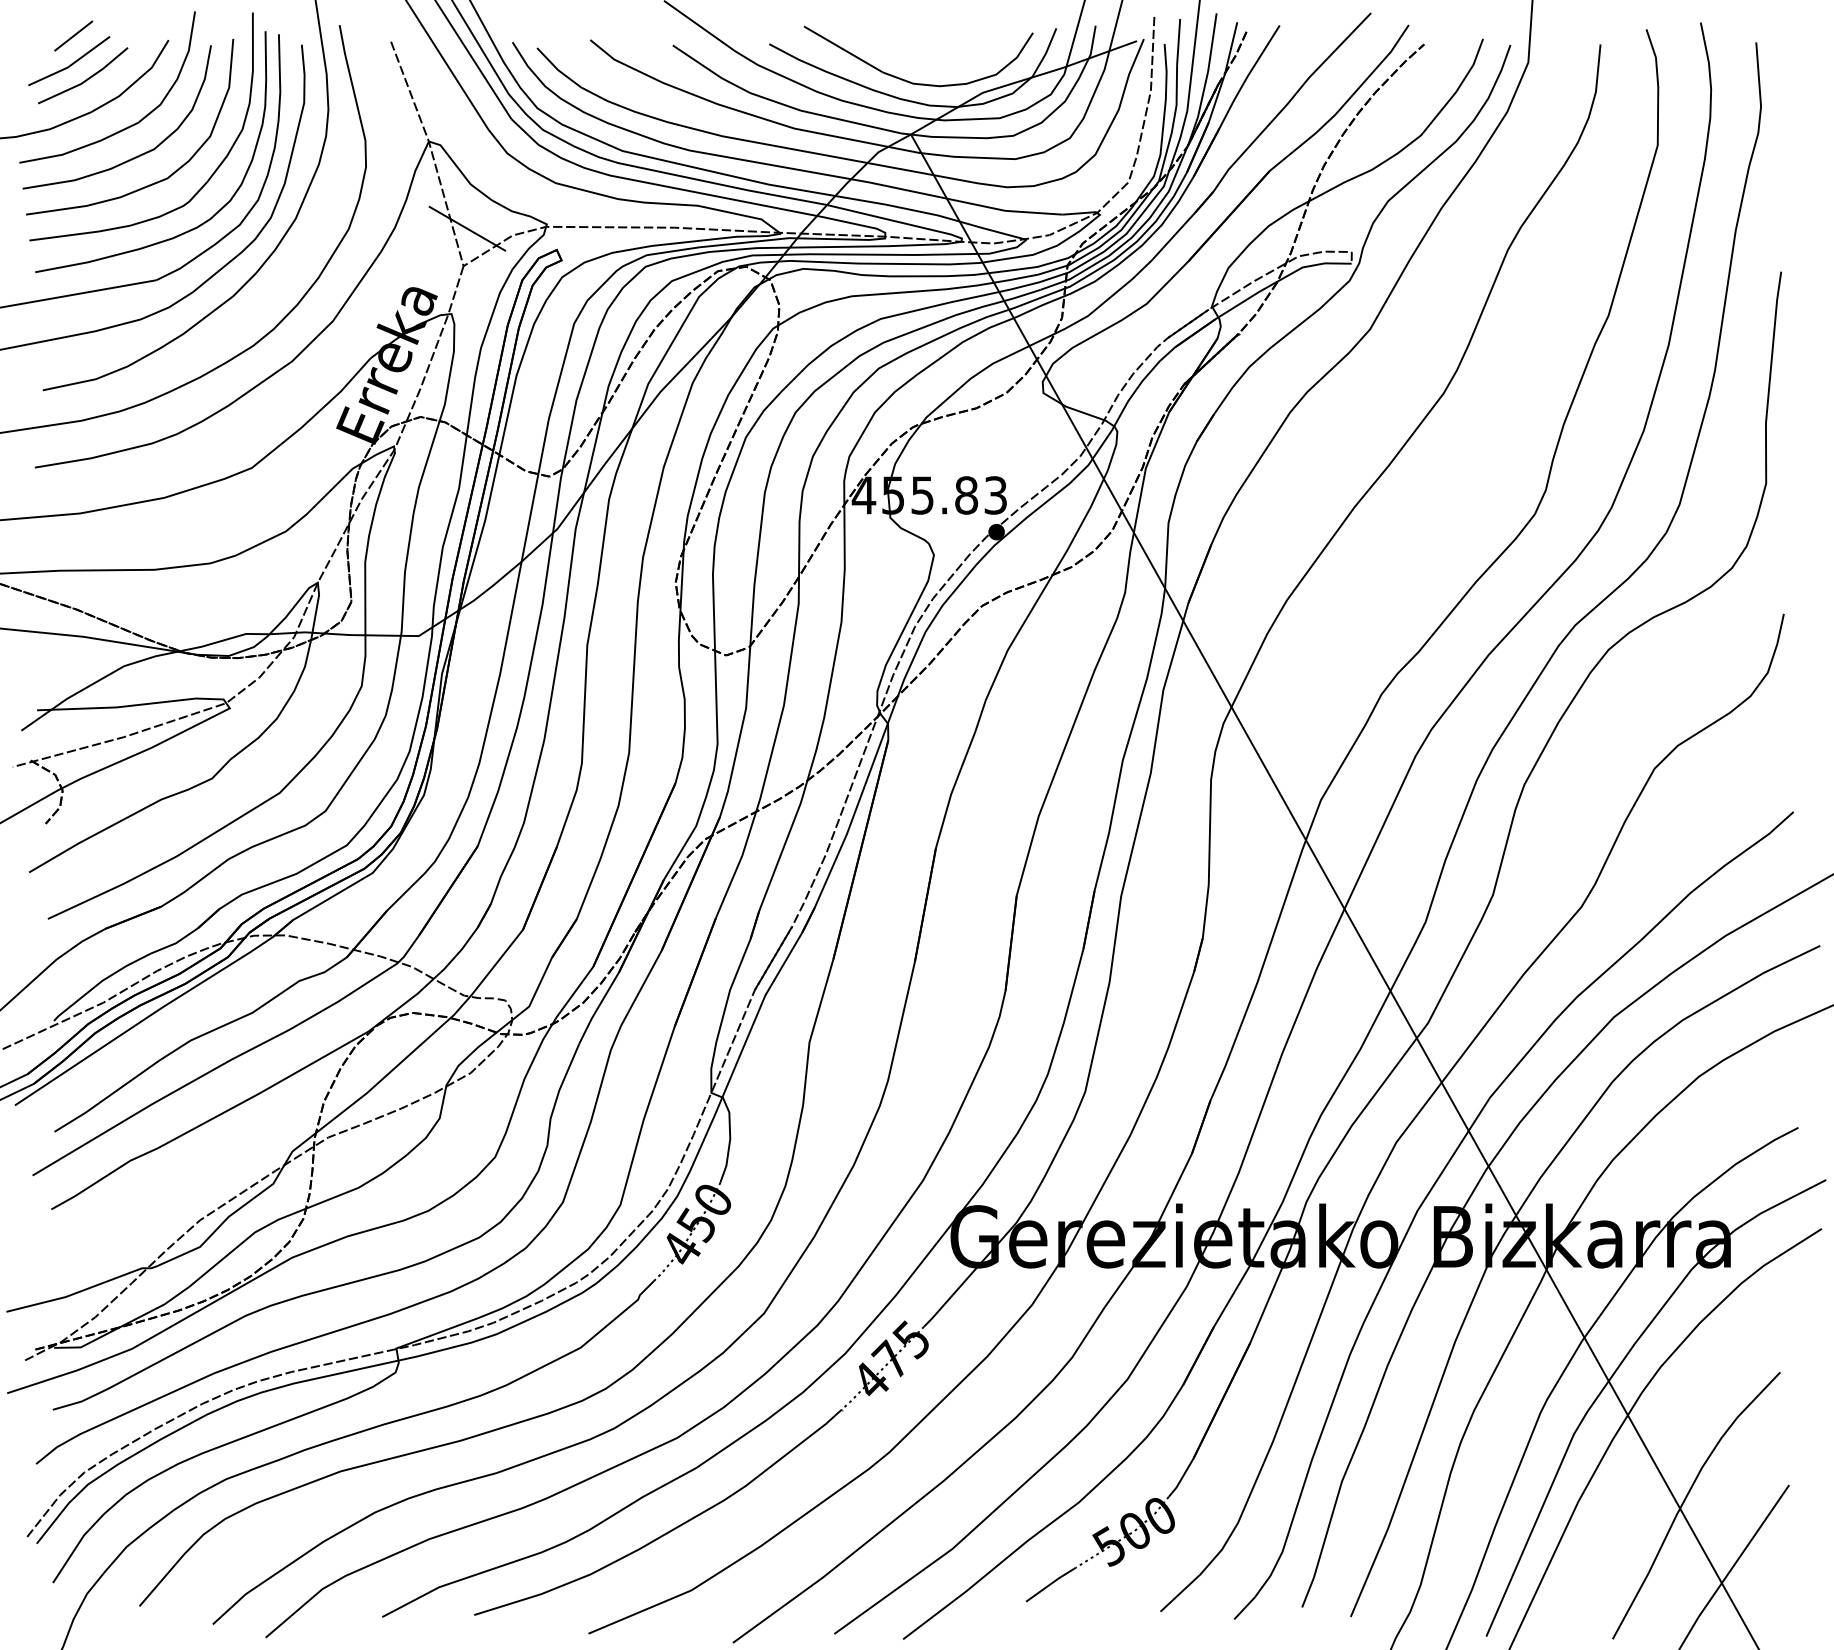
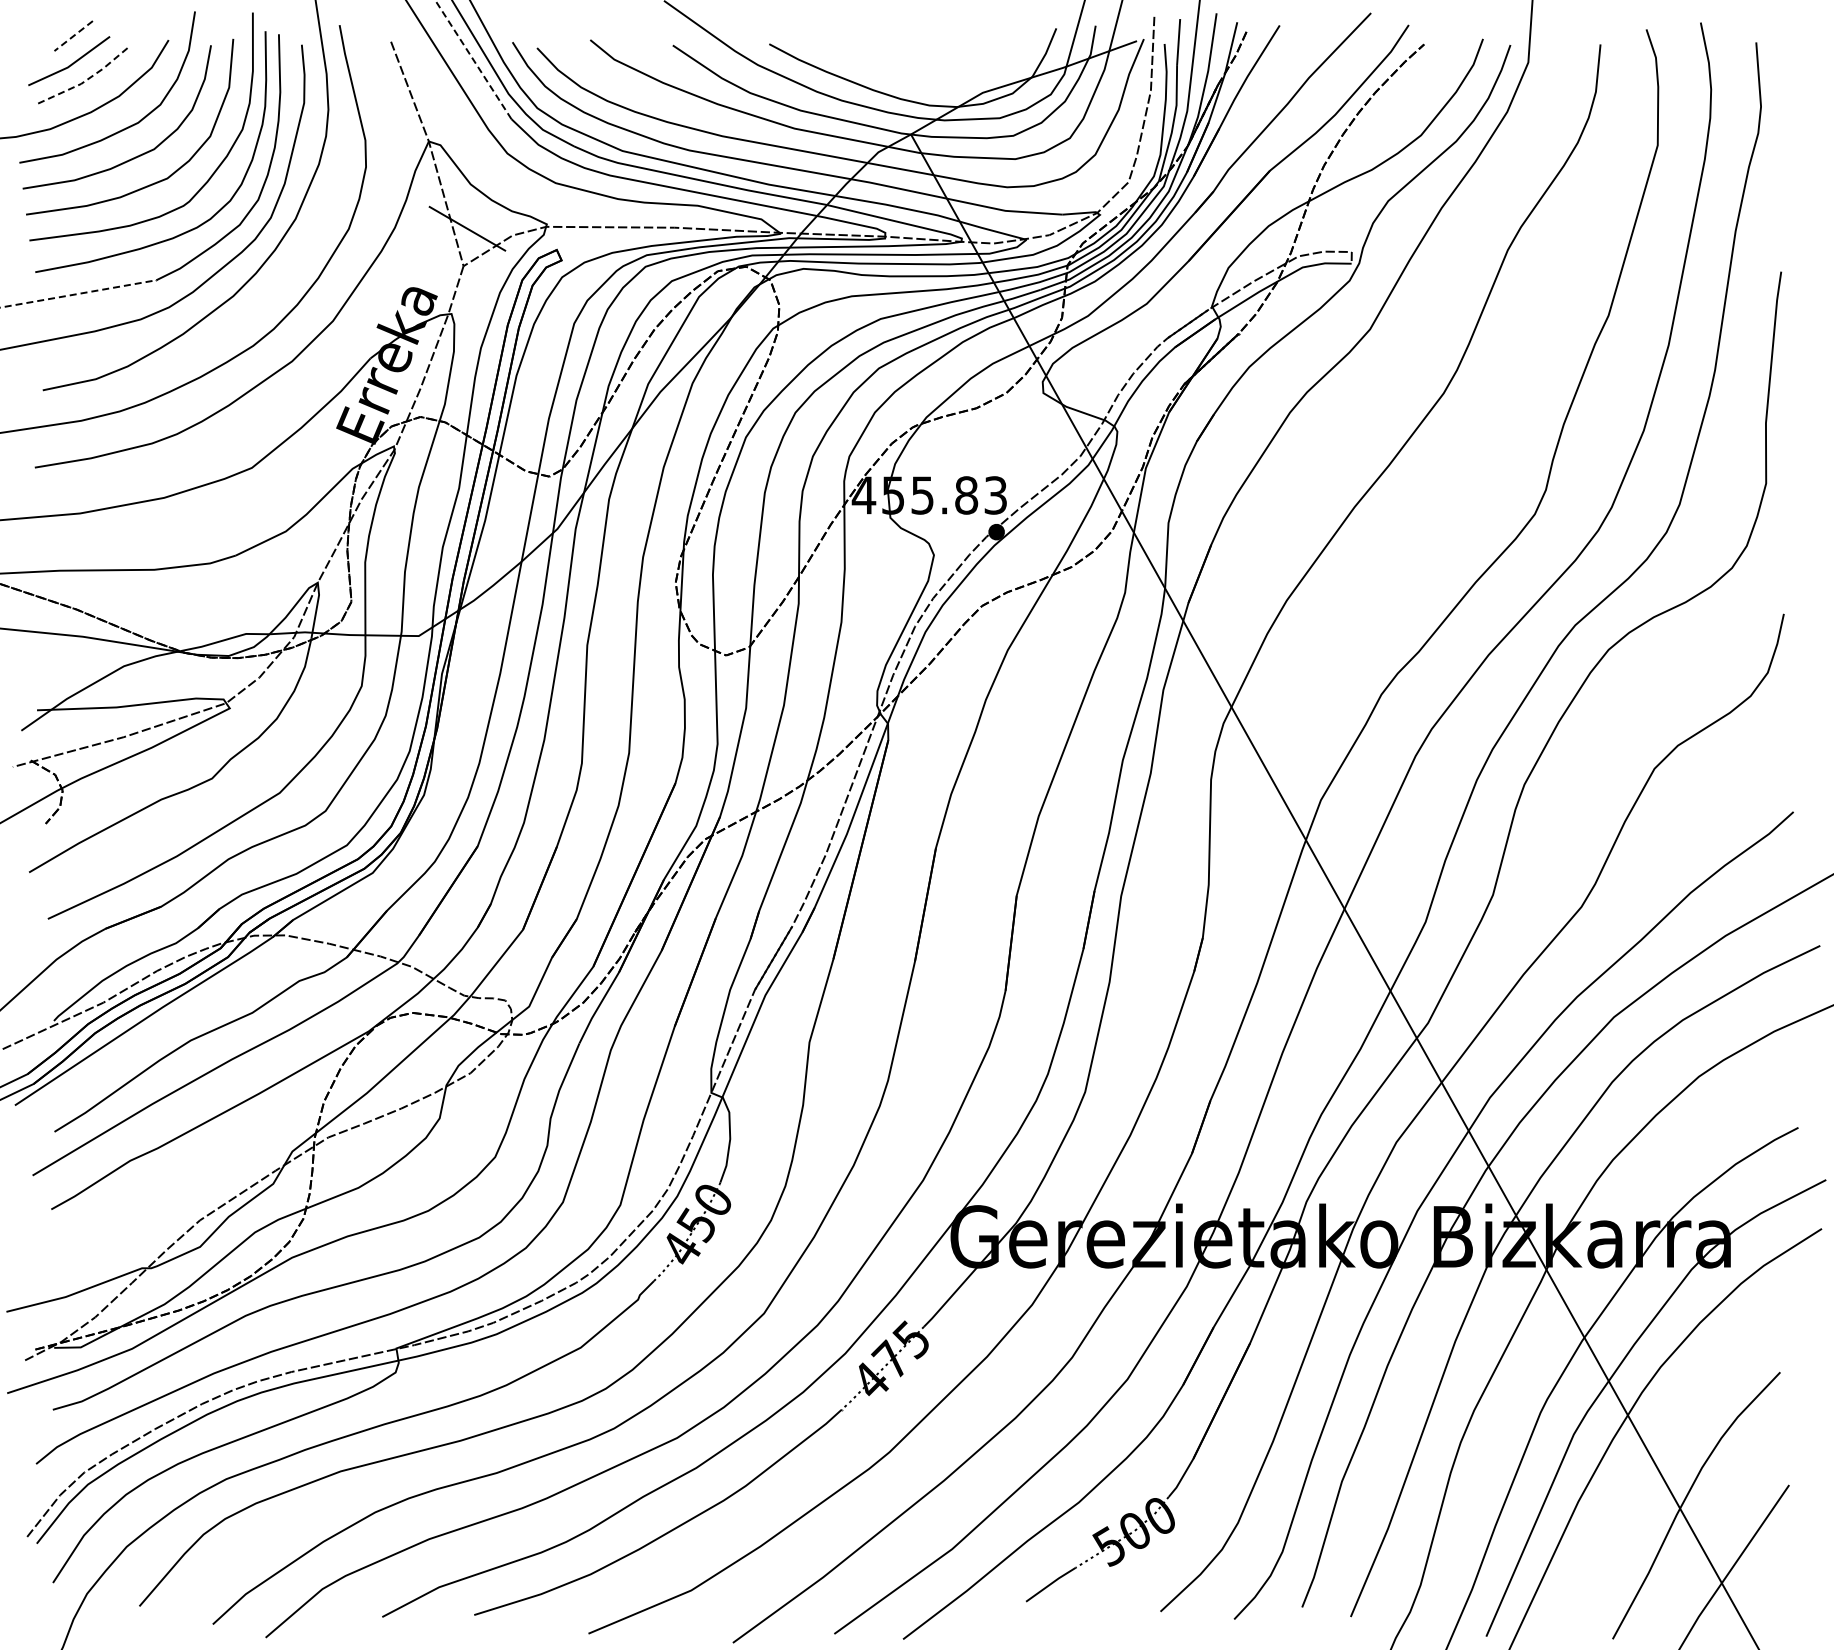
line at (73, 36): solid -> dashed
line at (473, 59): solid -> dashed
line at (86, 80): solid -> dashed
part at (910, 81): present -> none
line at (79, 293): solid -> dashed
